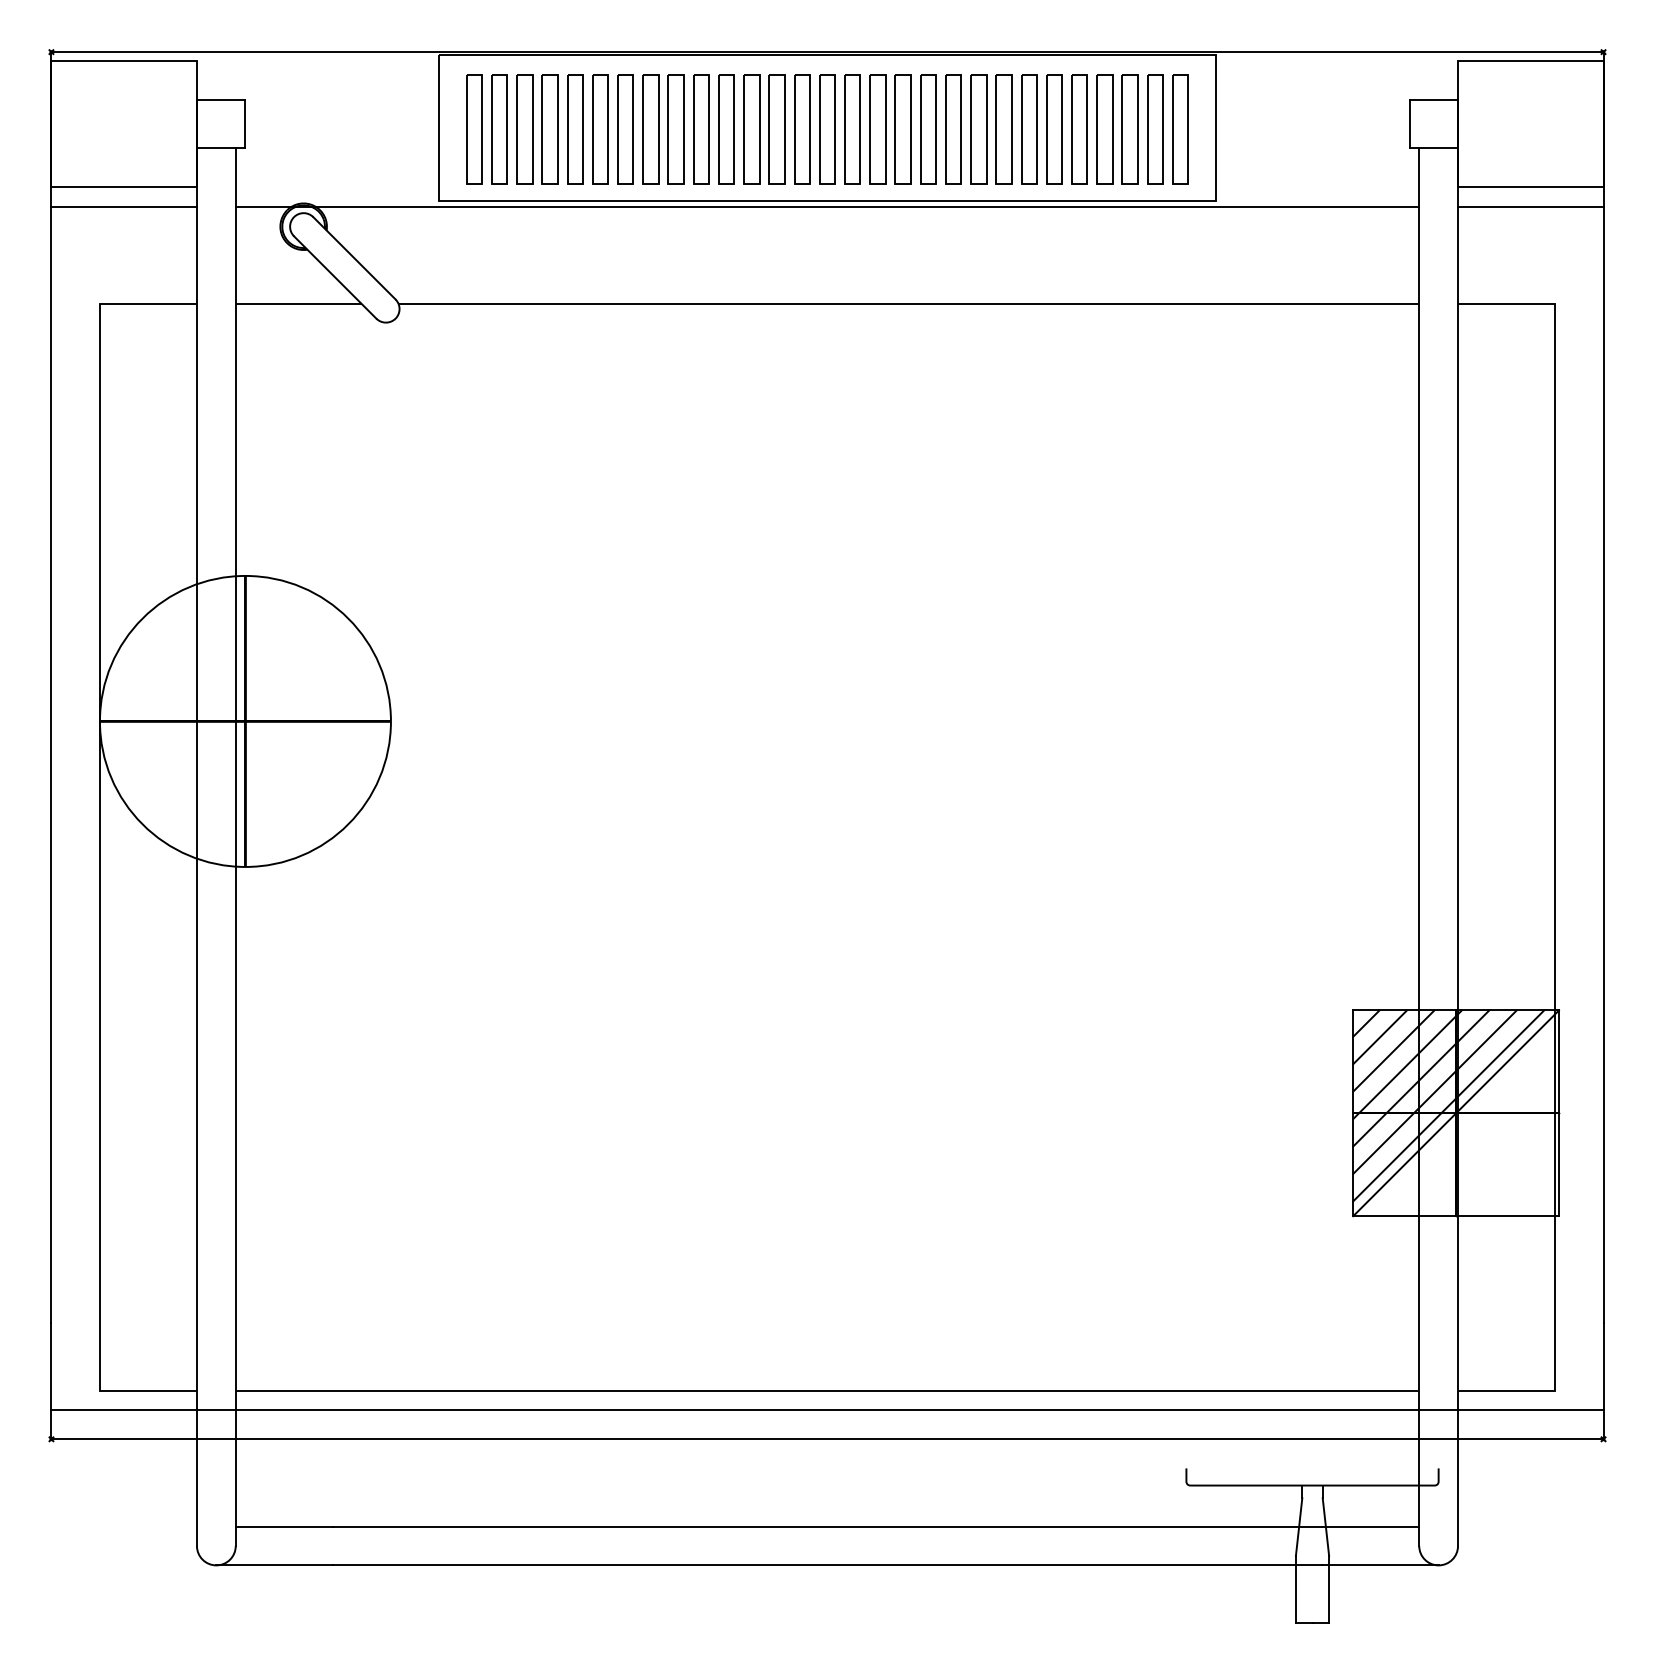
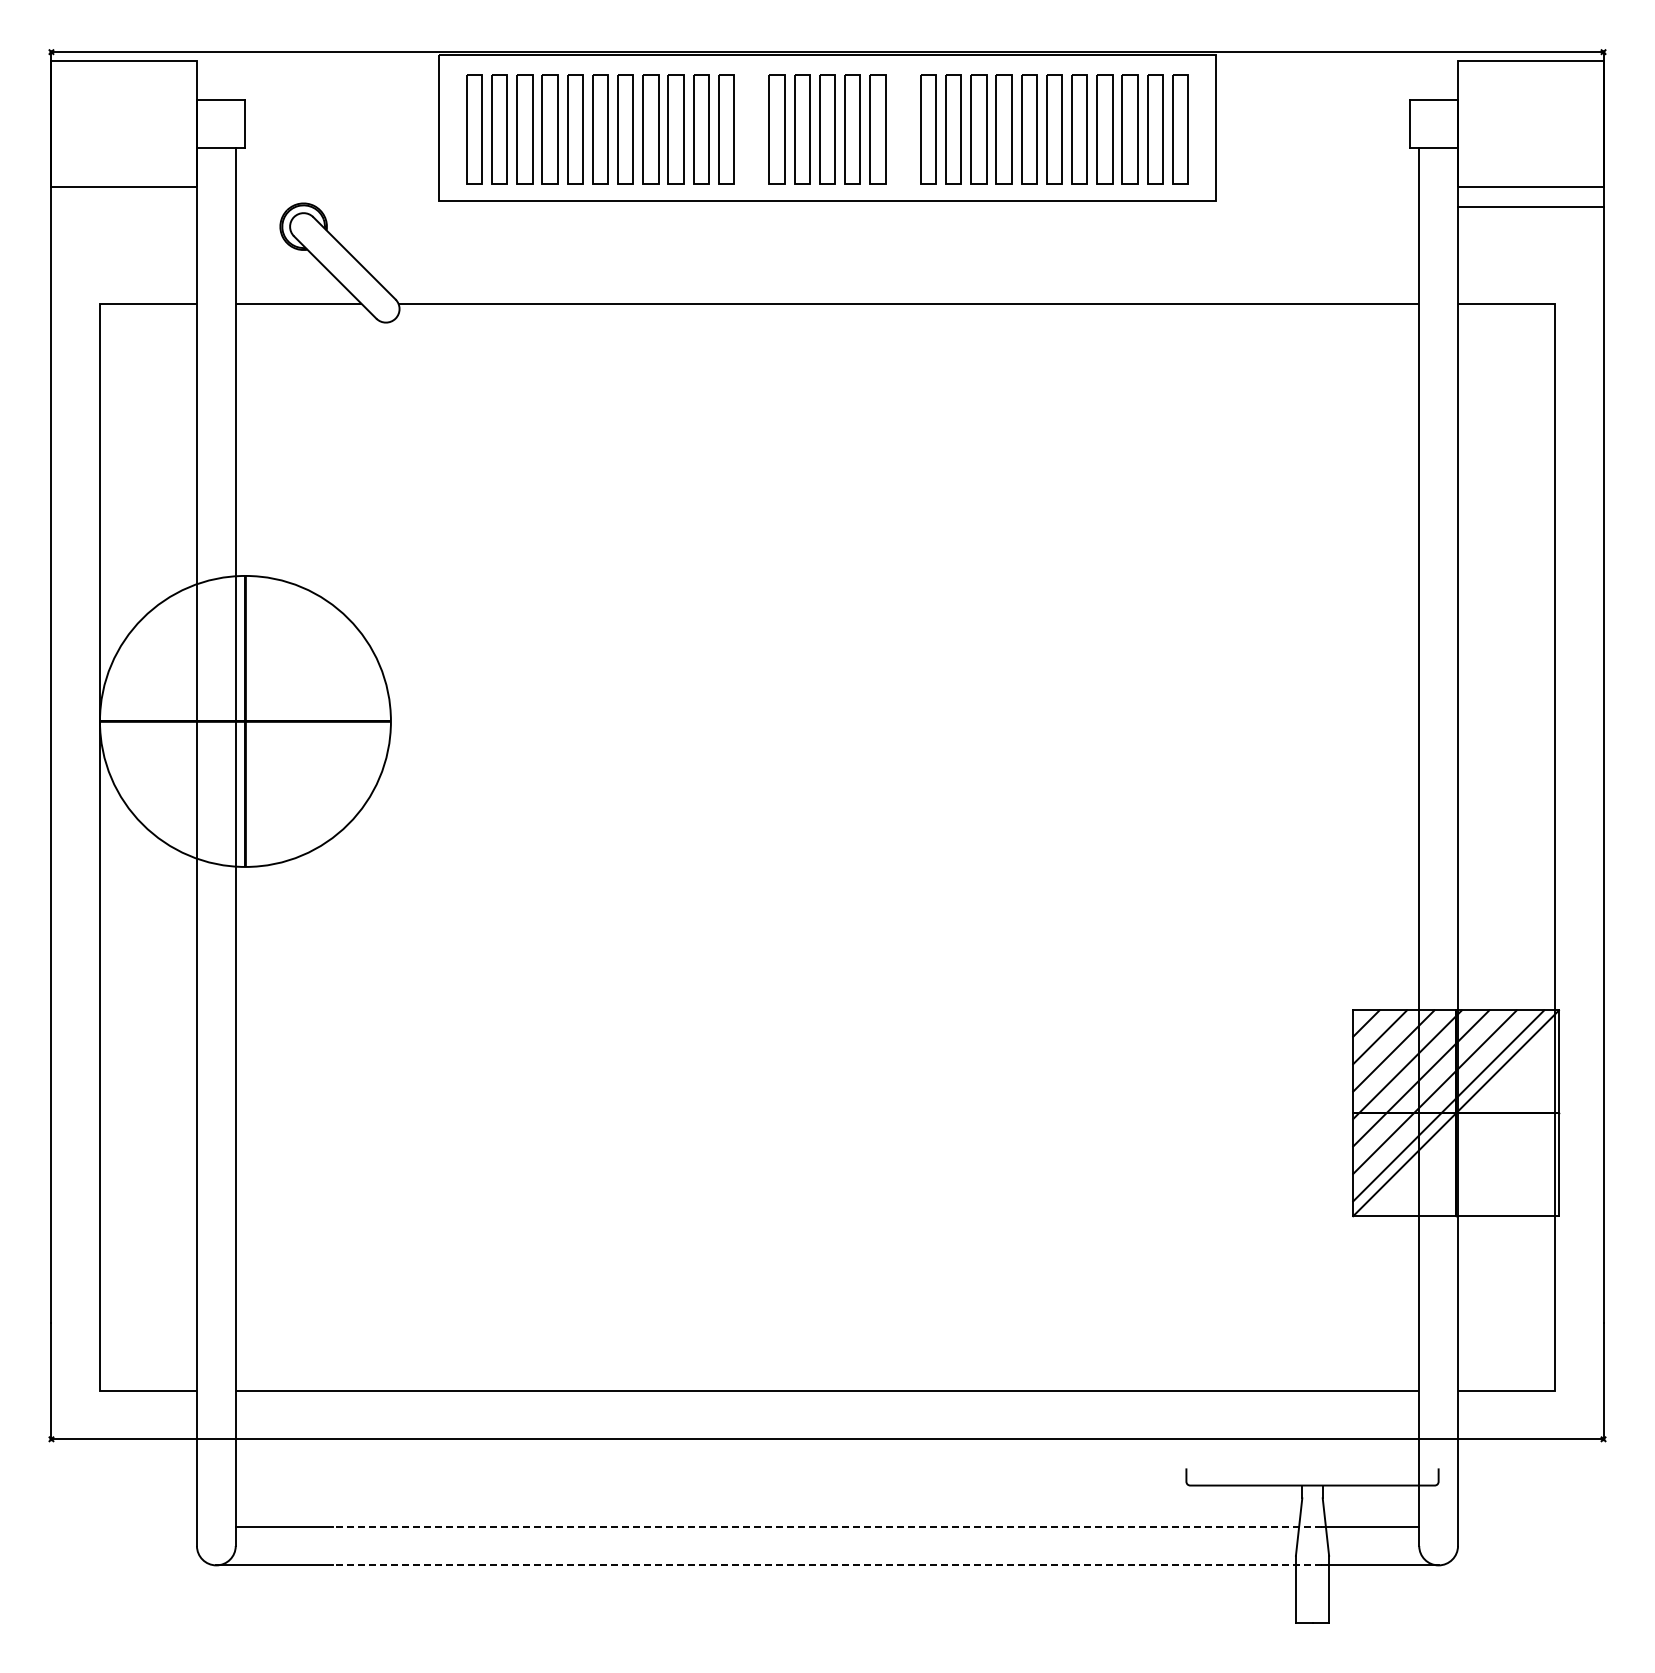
part at (751, 129): present -> none
part at (902, 129): present -> none
line at (123, 207): present -> none
line at (827, 207): present -> none
line at (827, 1410): present -> none
line at (827, 1526): solid -> dashed
line at (827, 1565): solid -> dashed
